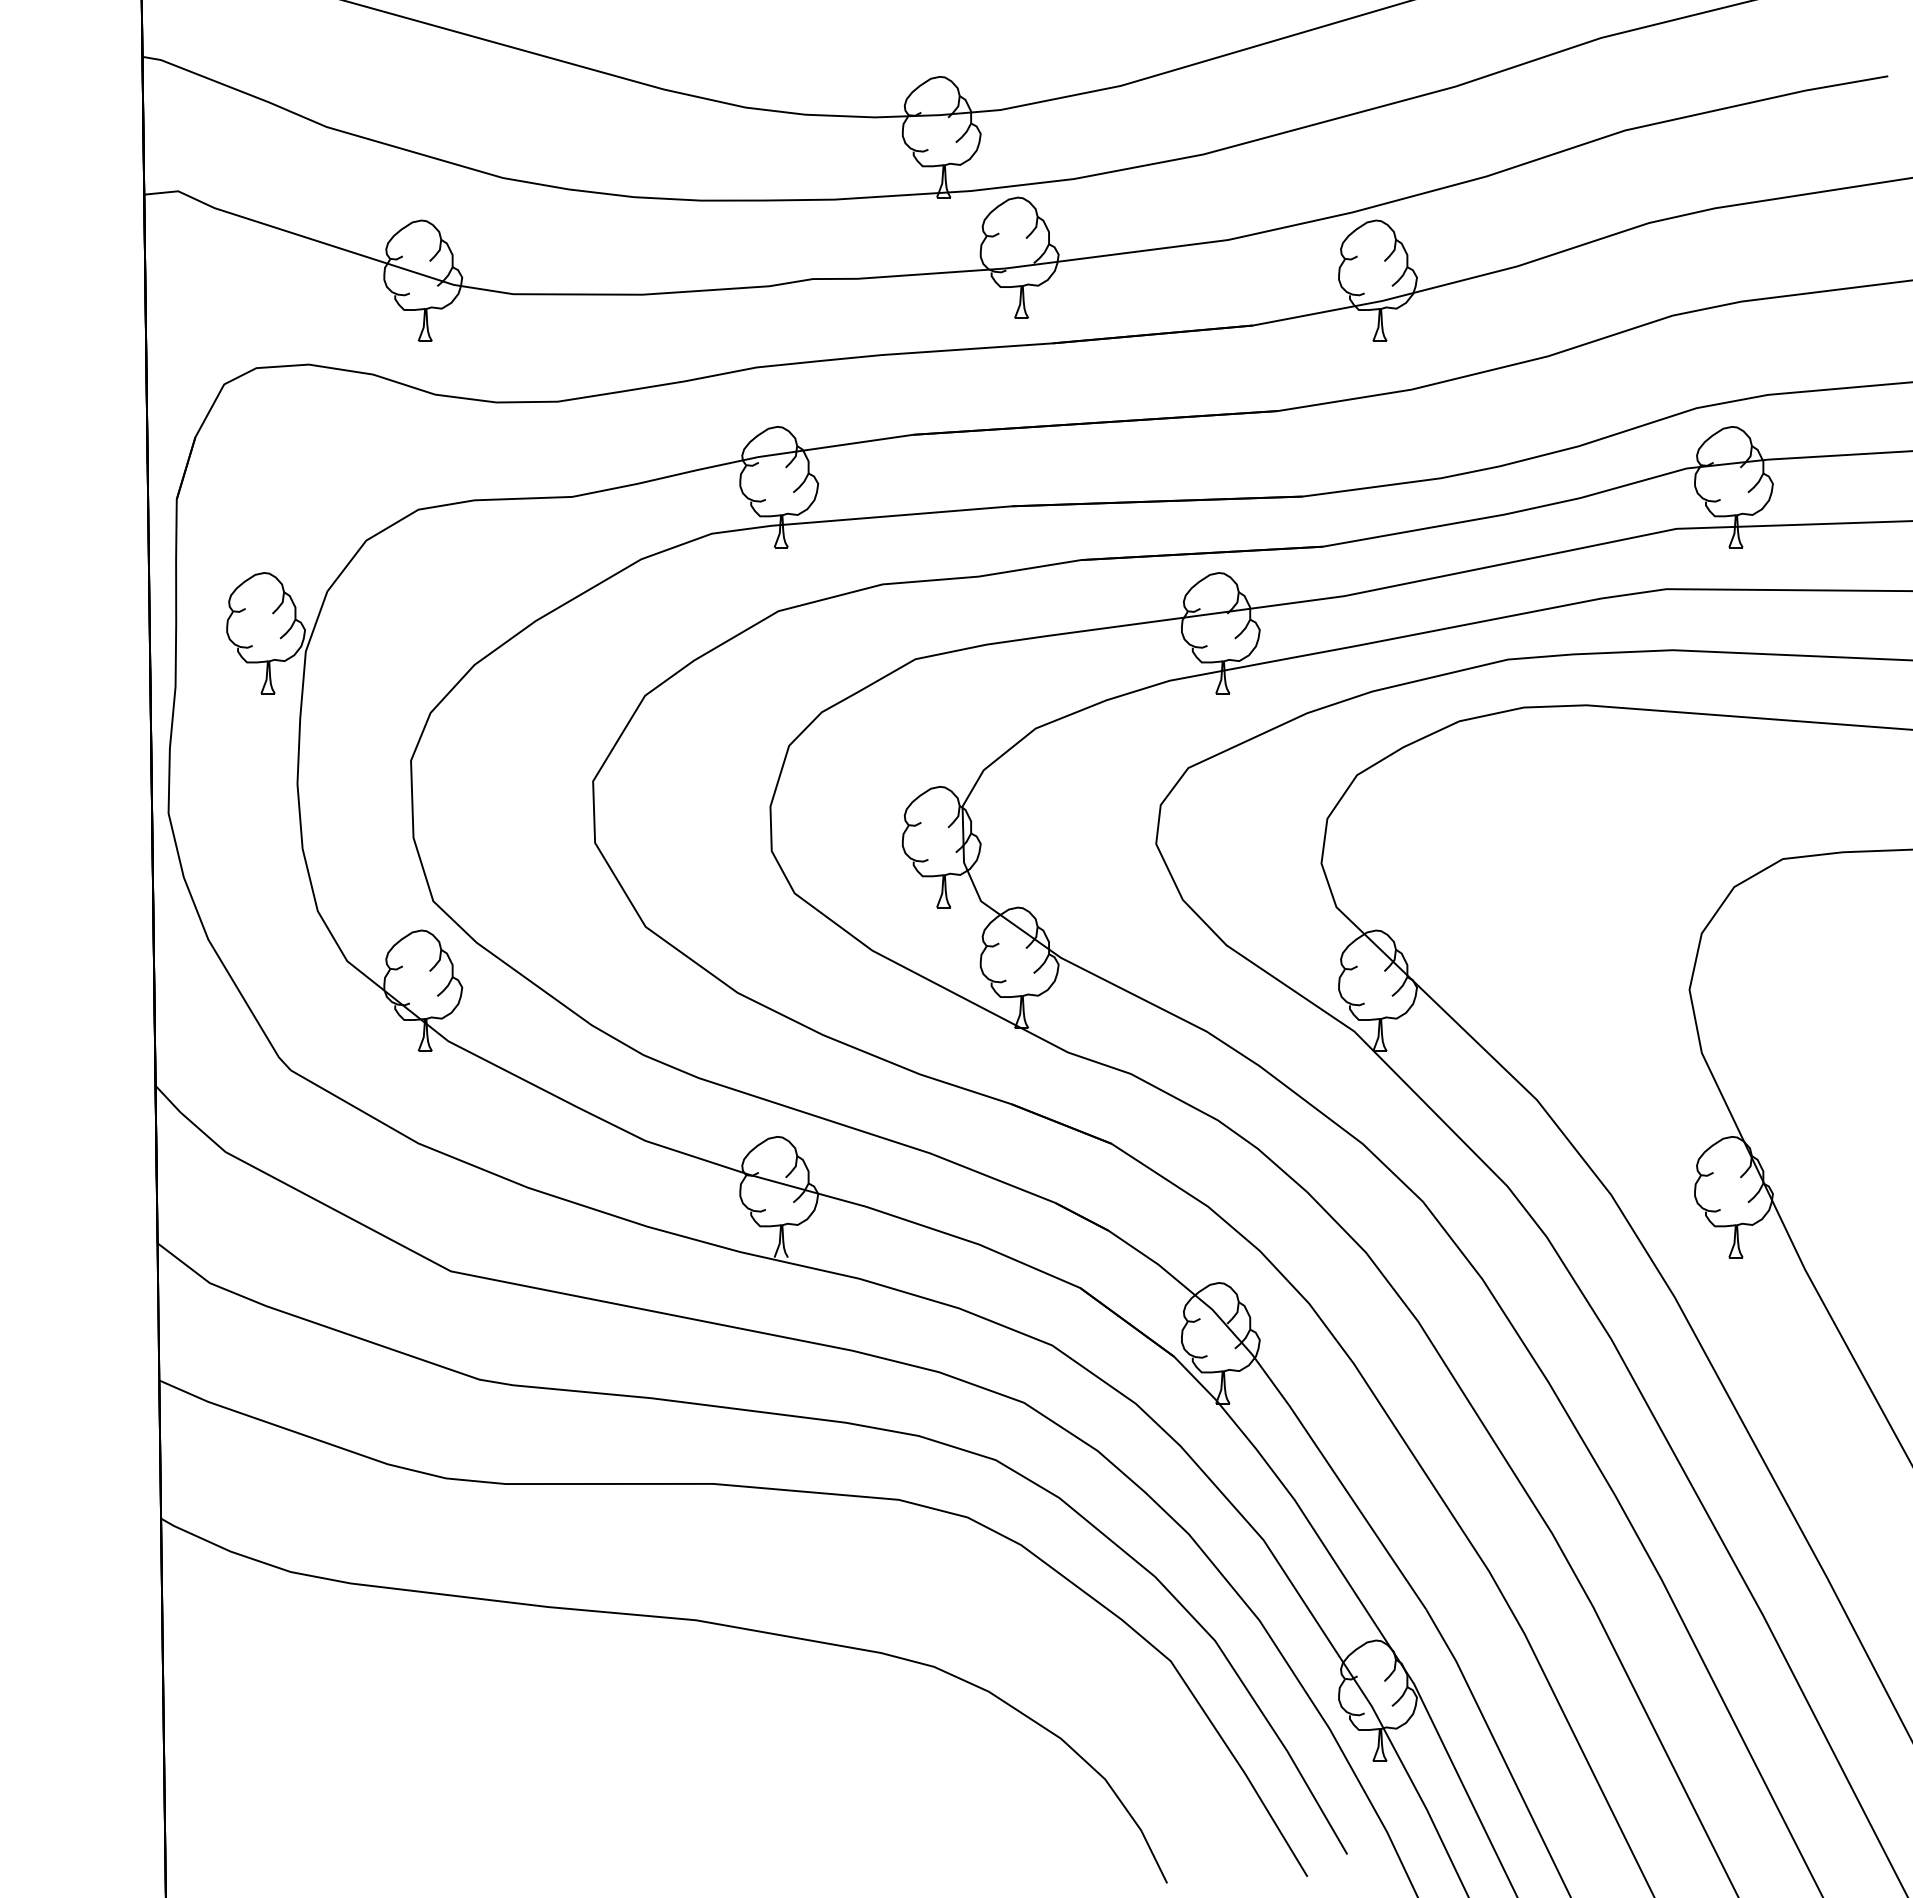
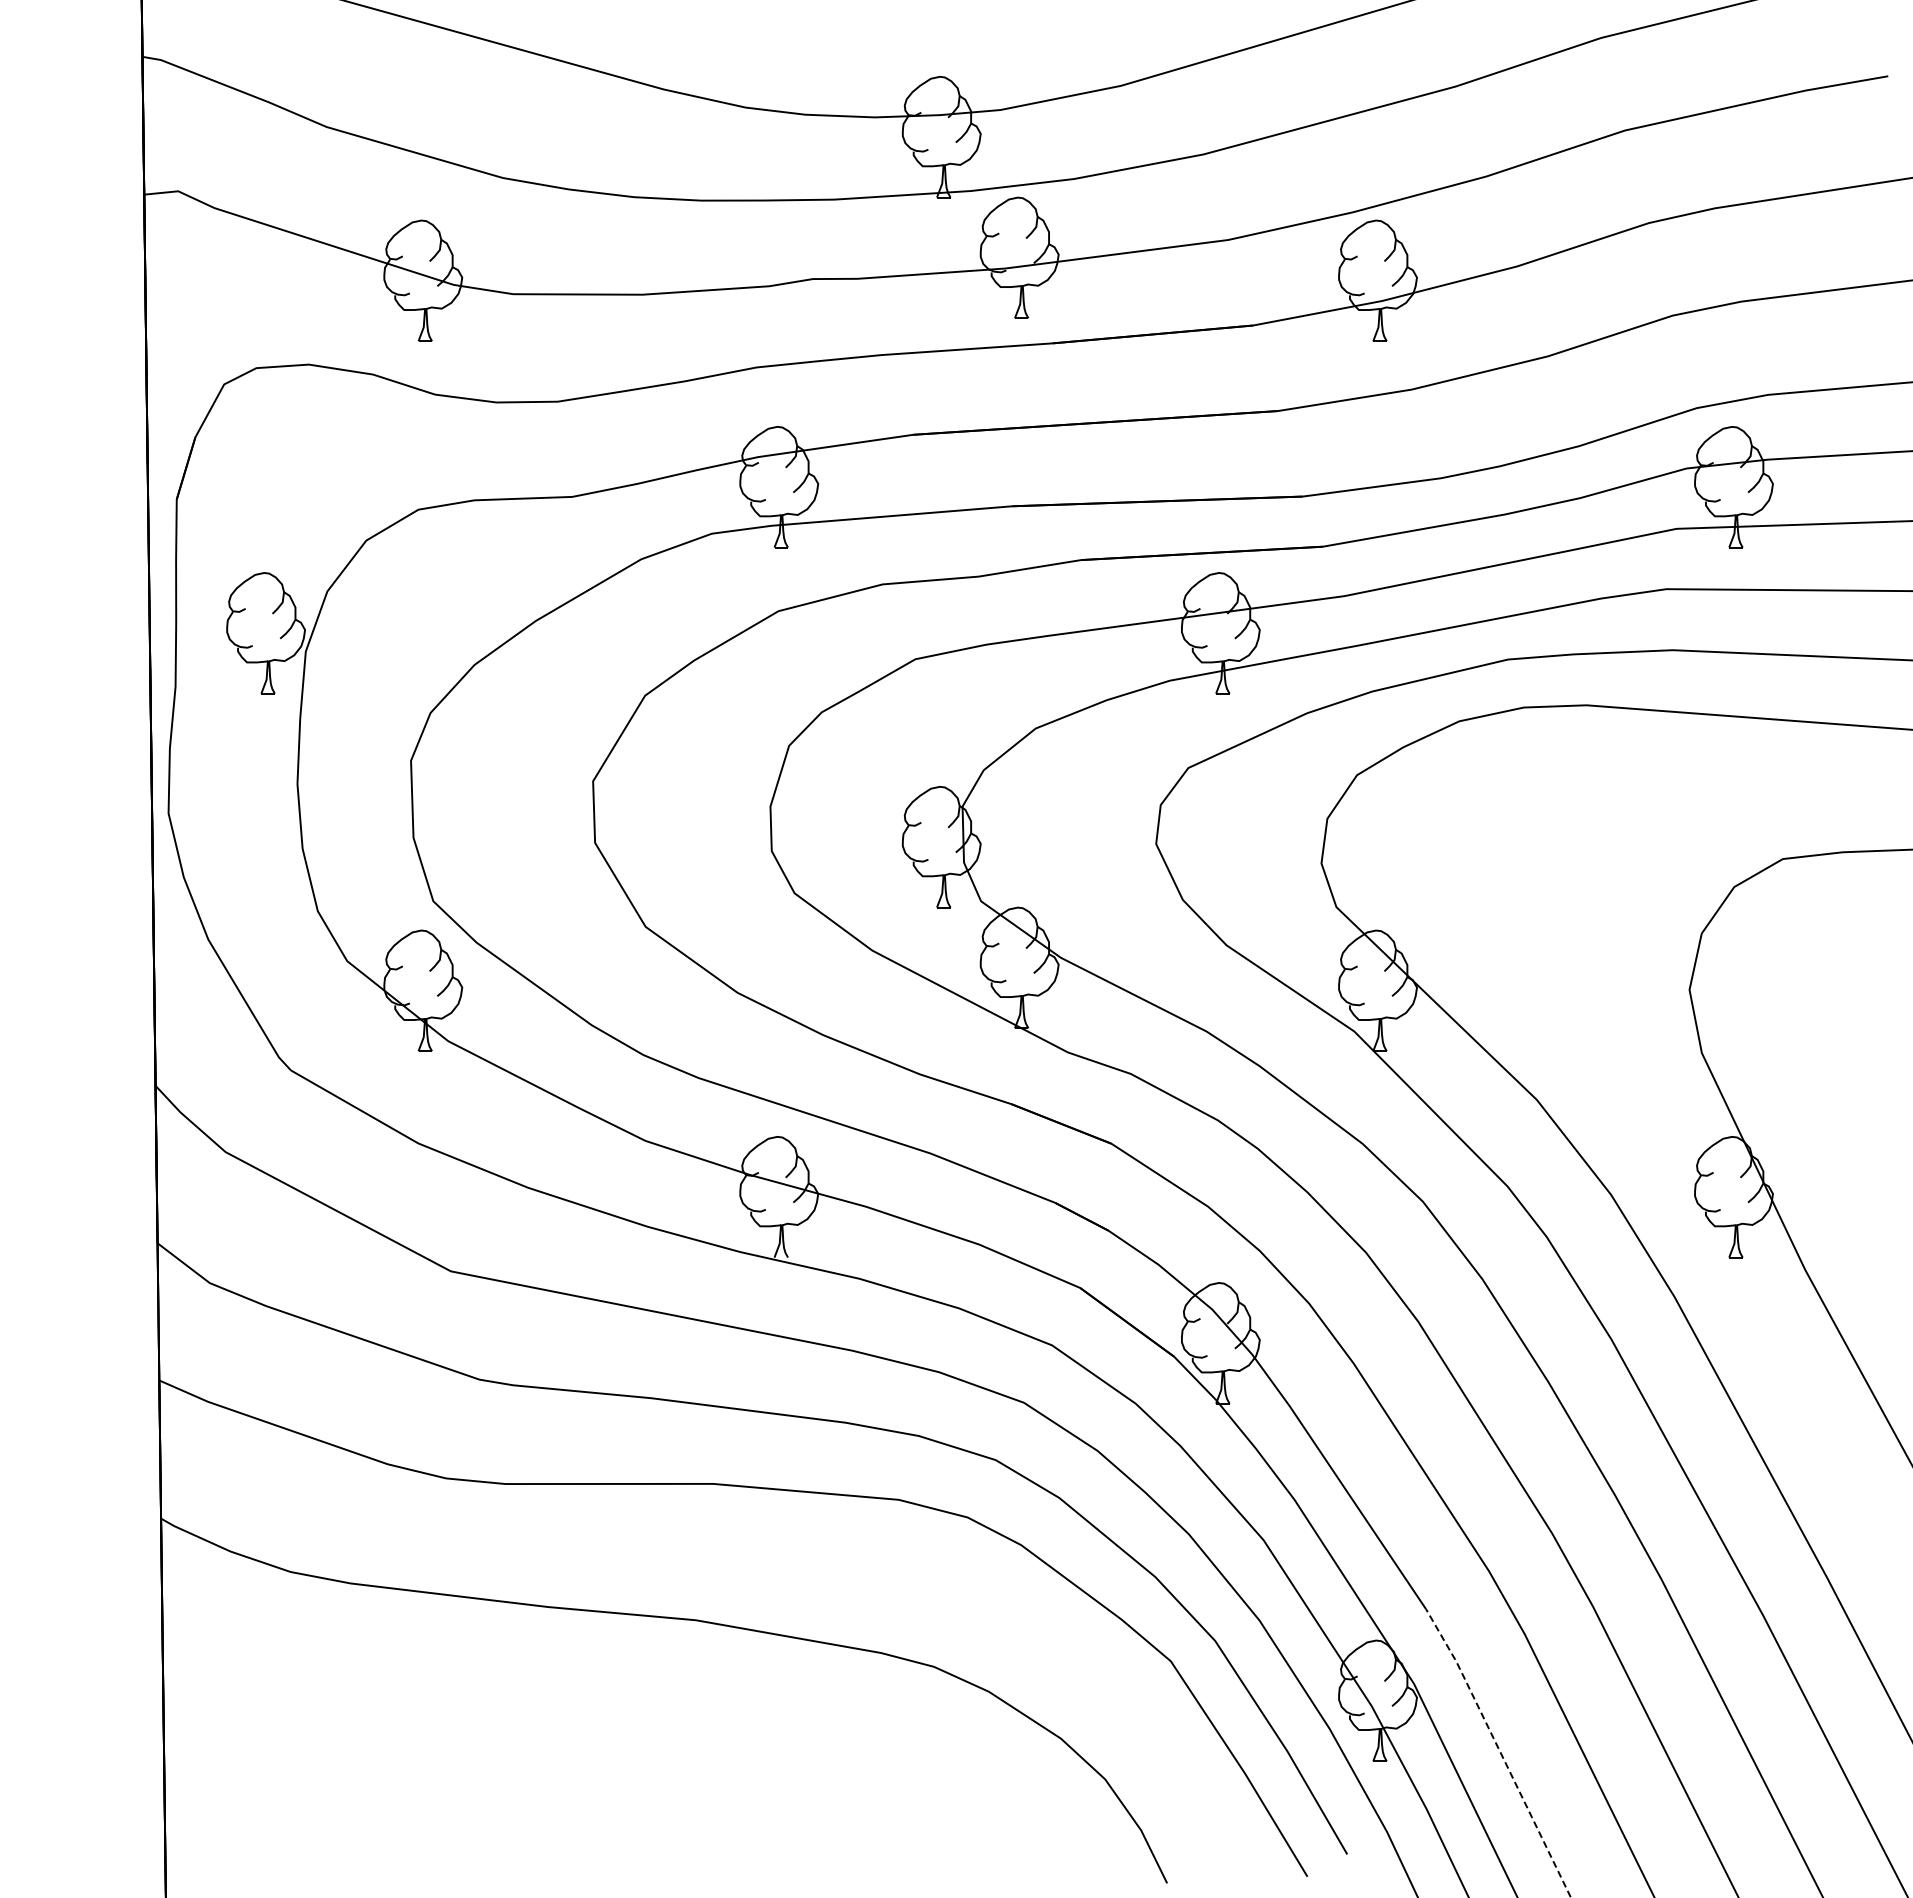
line at (1499, 1751): solid -> dashed
